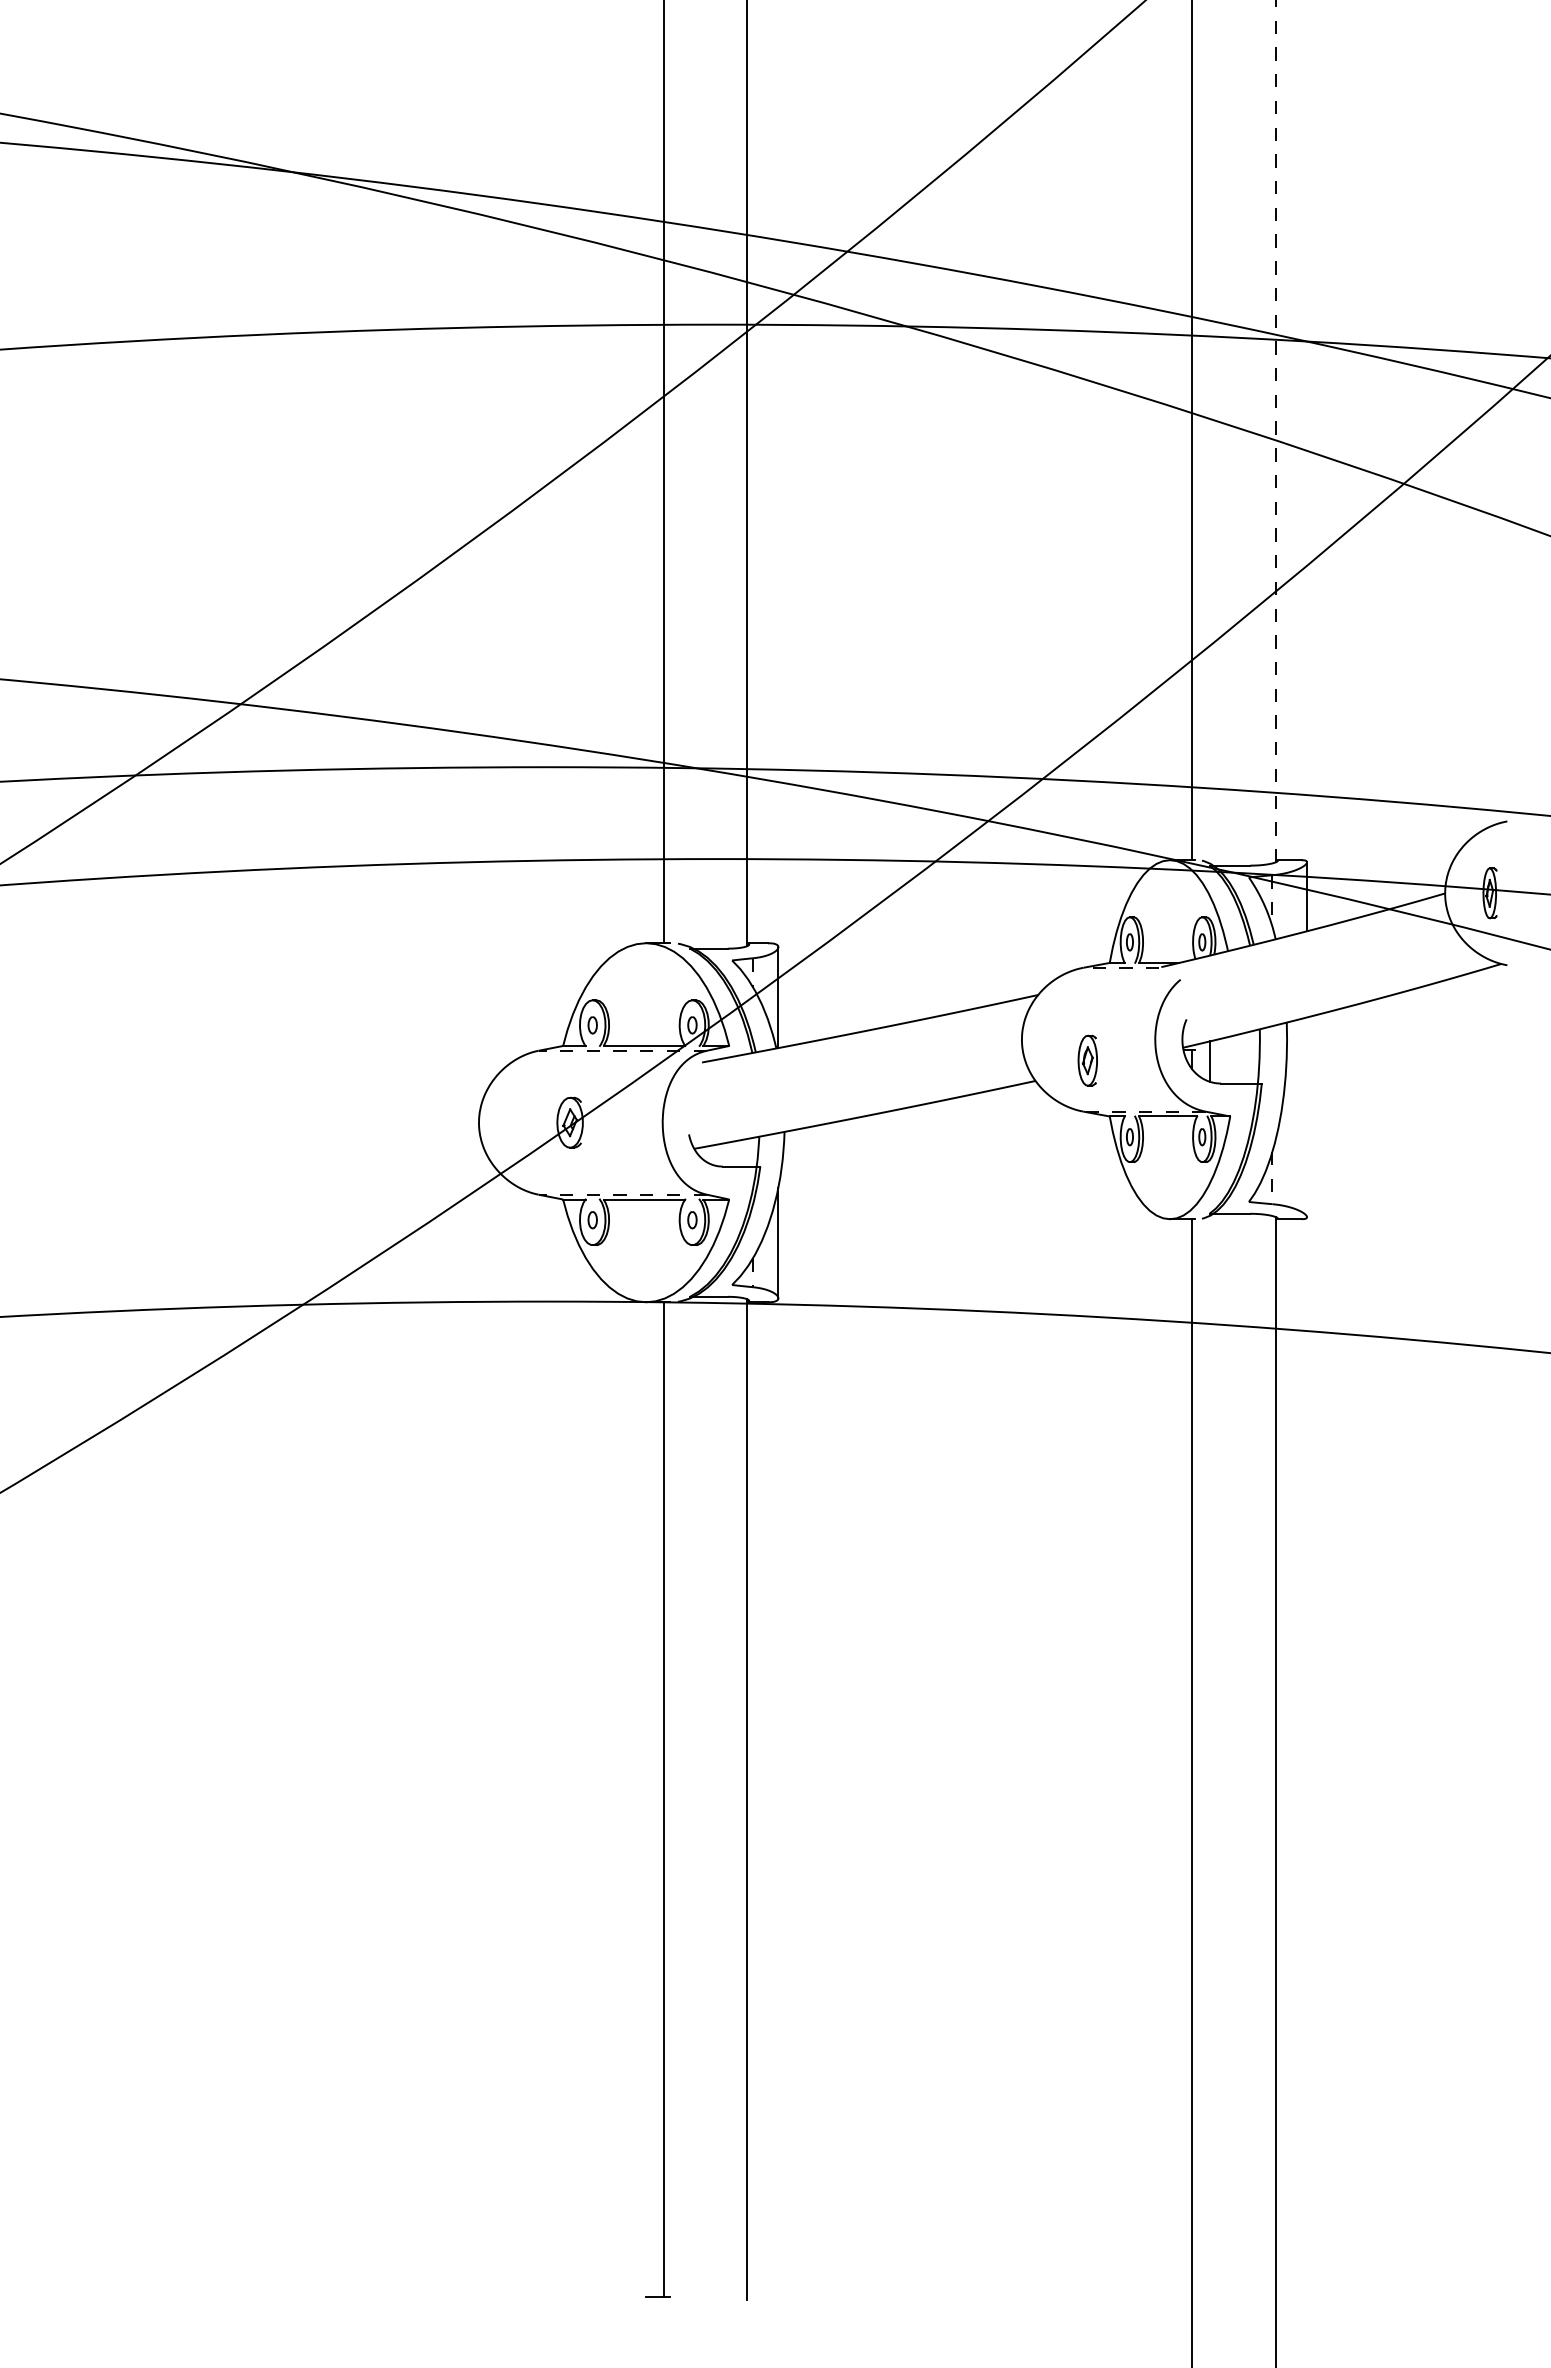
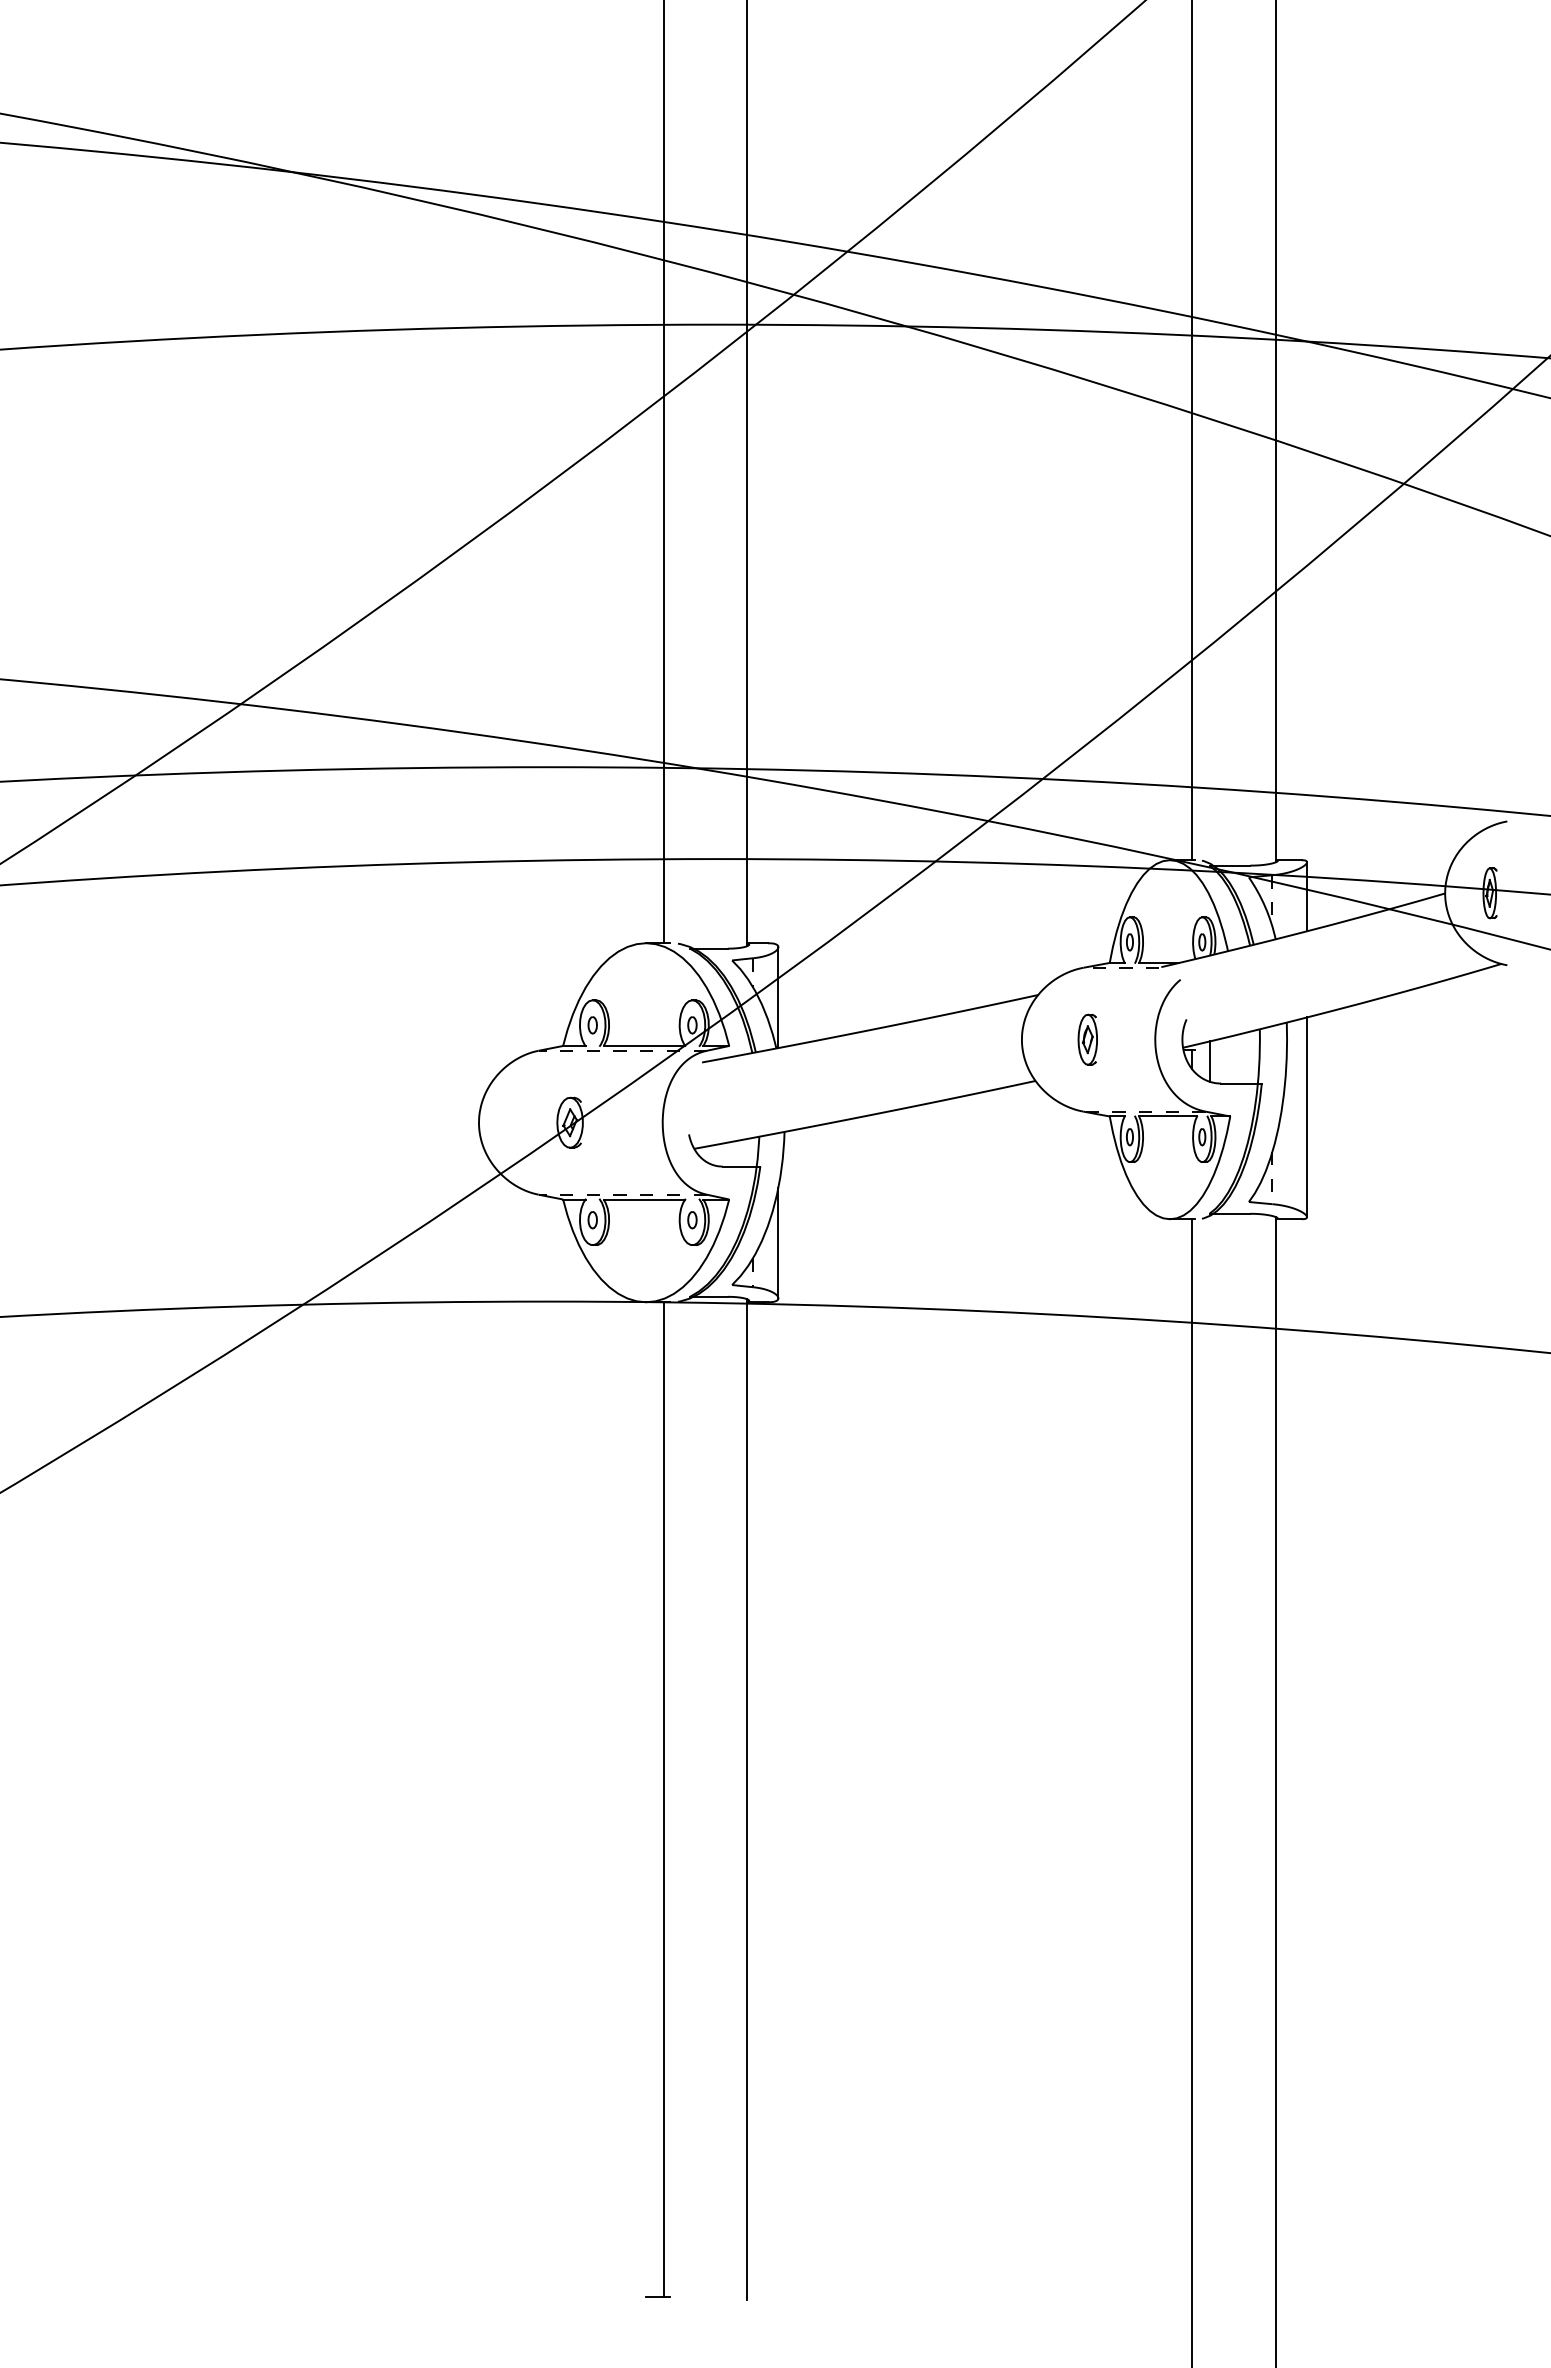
line at (1275, 431): dashed -> solid
part at (1087, 1060) position: (1087, 1060) -> (1087, 1039)
line at (1307, 1117): none -> present
